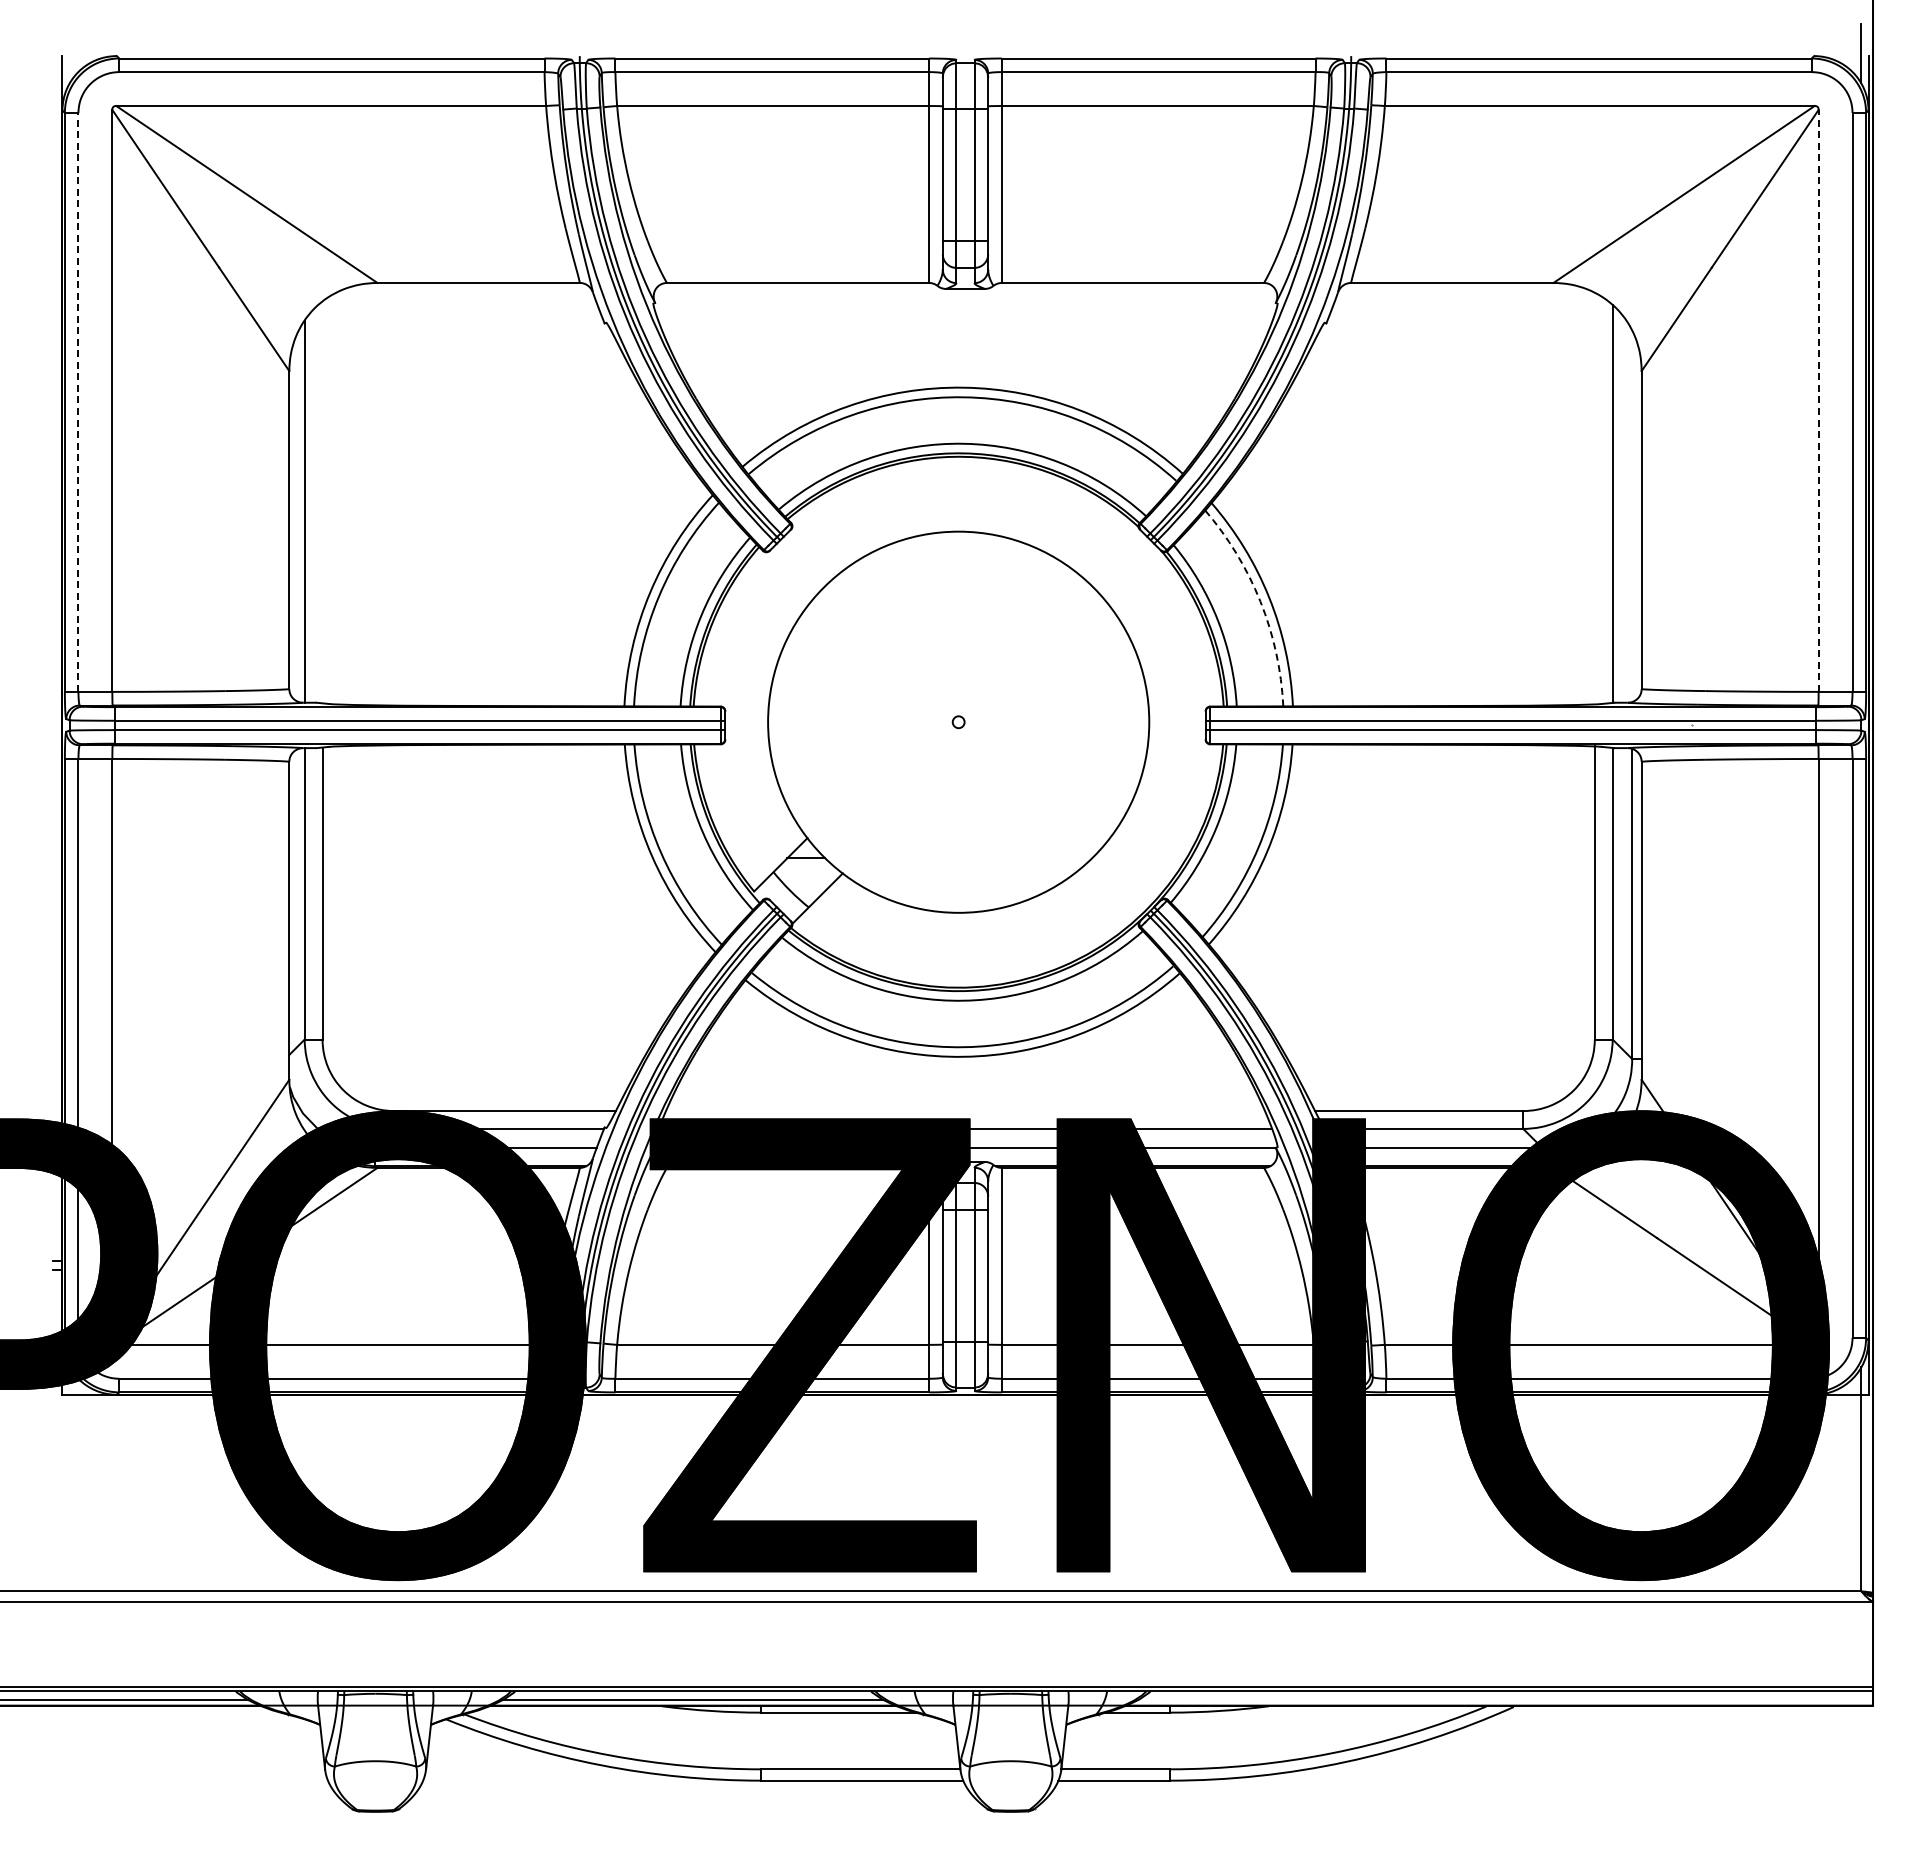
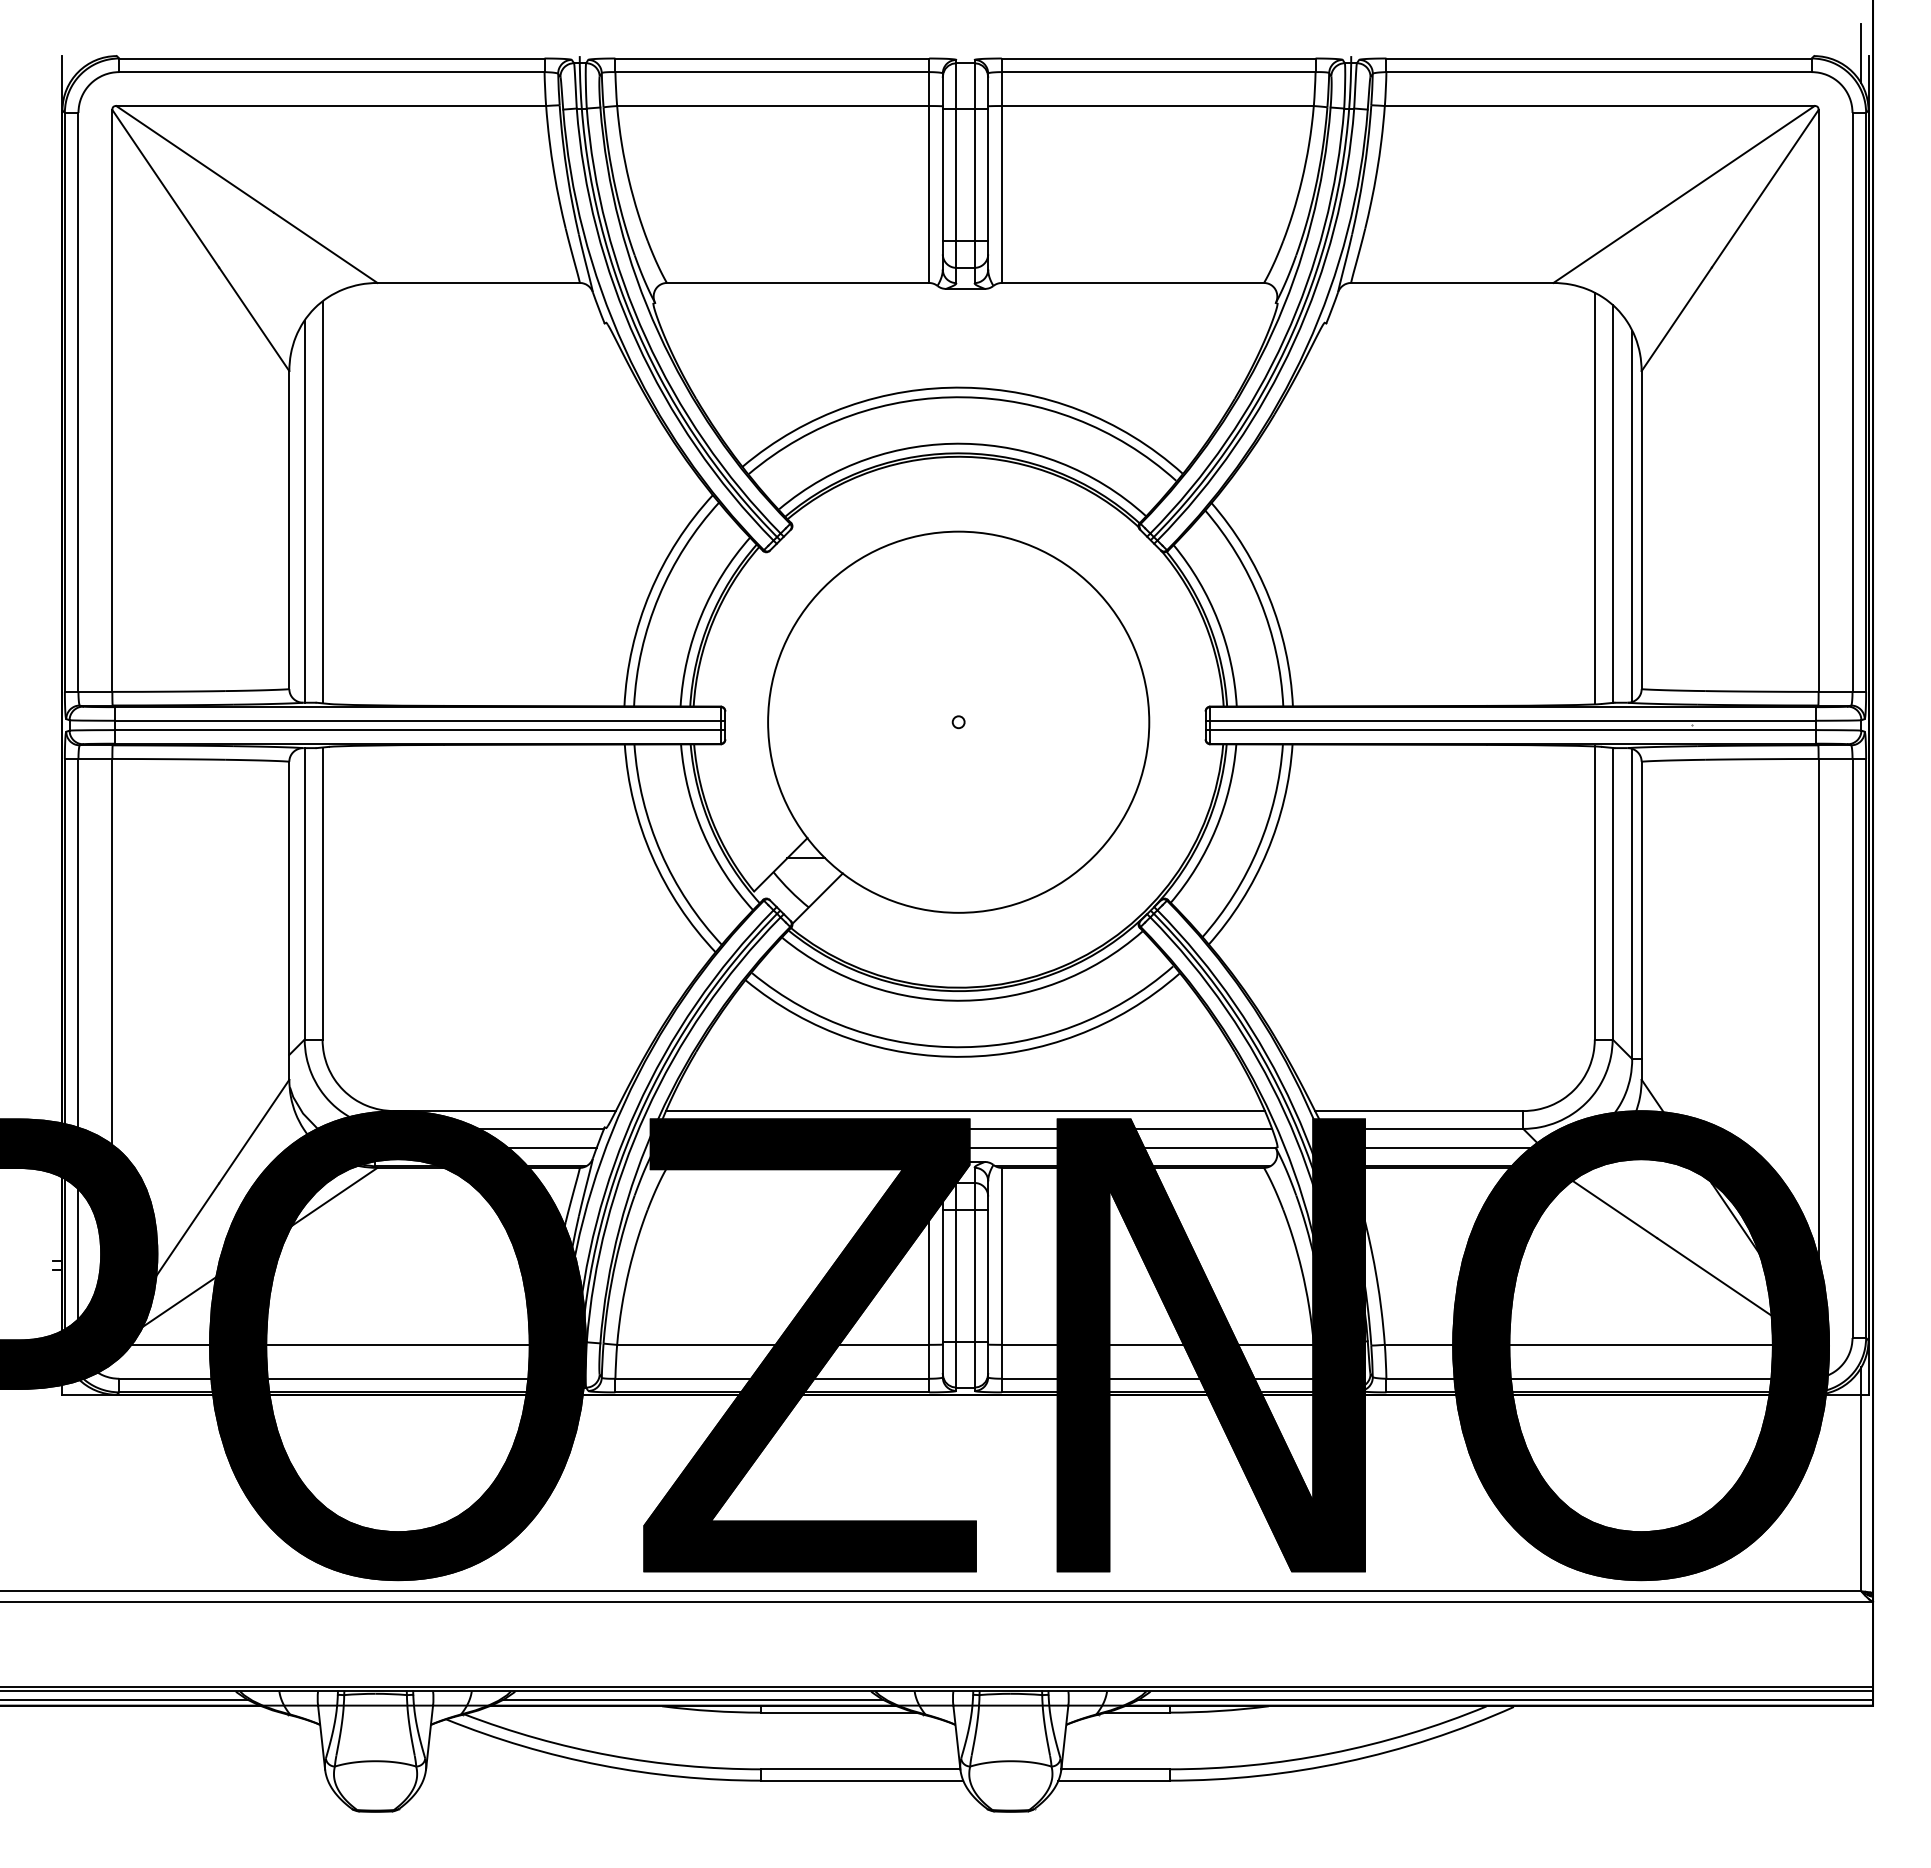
line at (1818, 400): dashed -> solid
line at (78, 401): dashed -> solid
line at (1594, 498): none -> present
line at (322, 502): none -> present
line at (1632, 516): none -> present
arc at (1260, 601): dashed -> solid
line at (965, 1111): none -> present
line at (1505, 1699): none -> present
